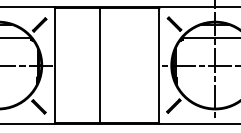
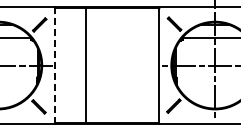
line at (54, 65): solid -> dashed
line at (99, 65) position: (99, 65) -> (85, 65)
